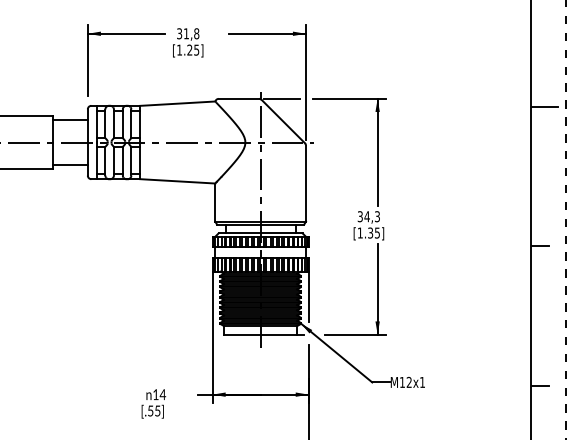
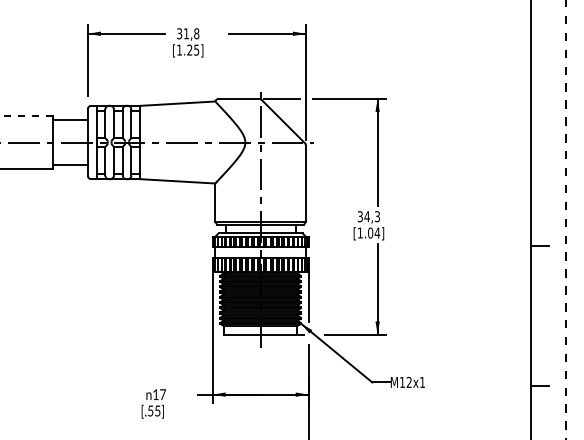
line at (544, 106): present -> none
line at (26, 116): solid -> dashed
text at (374, 232): [1.35] -> [1.04]
text at (162, 394): 14 -> 17
